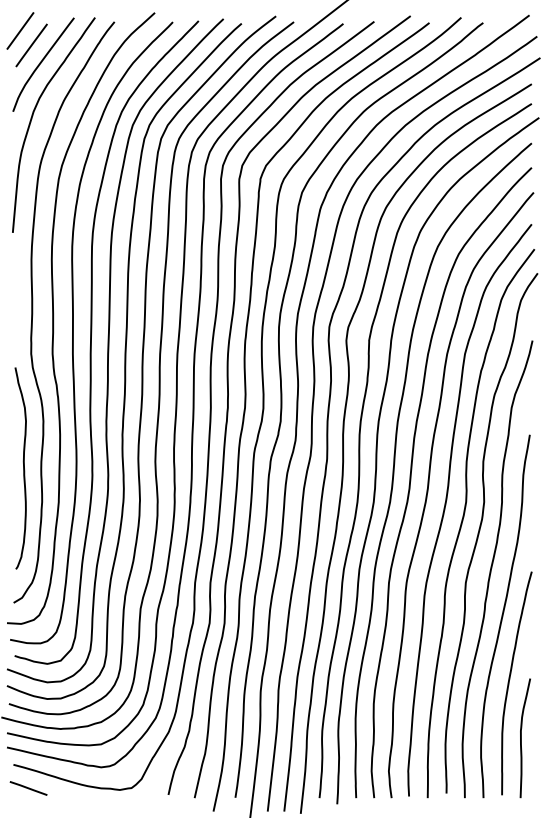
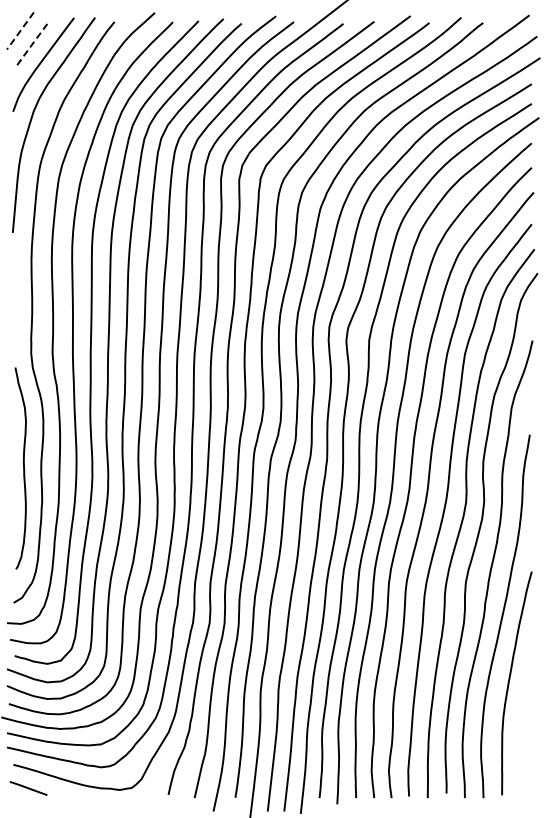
line at (20, 30): solid -> dashed
line at (31, 45): solid -> dashed
curve at (521, 738): present -> none
